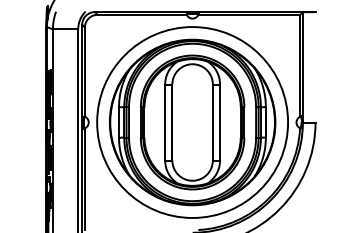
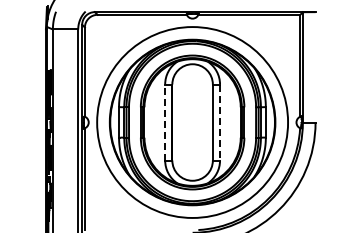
line at (165, 122): solid -> dashed
line at (220, 123): solid -> dashed
